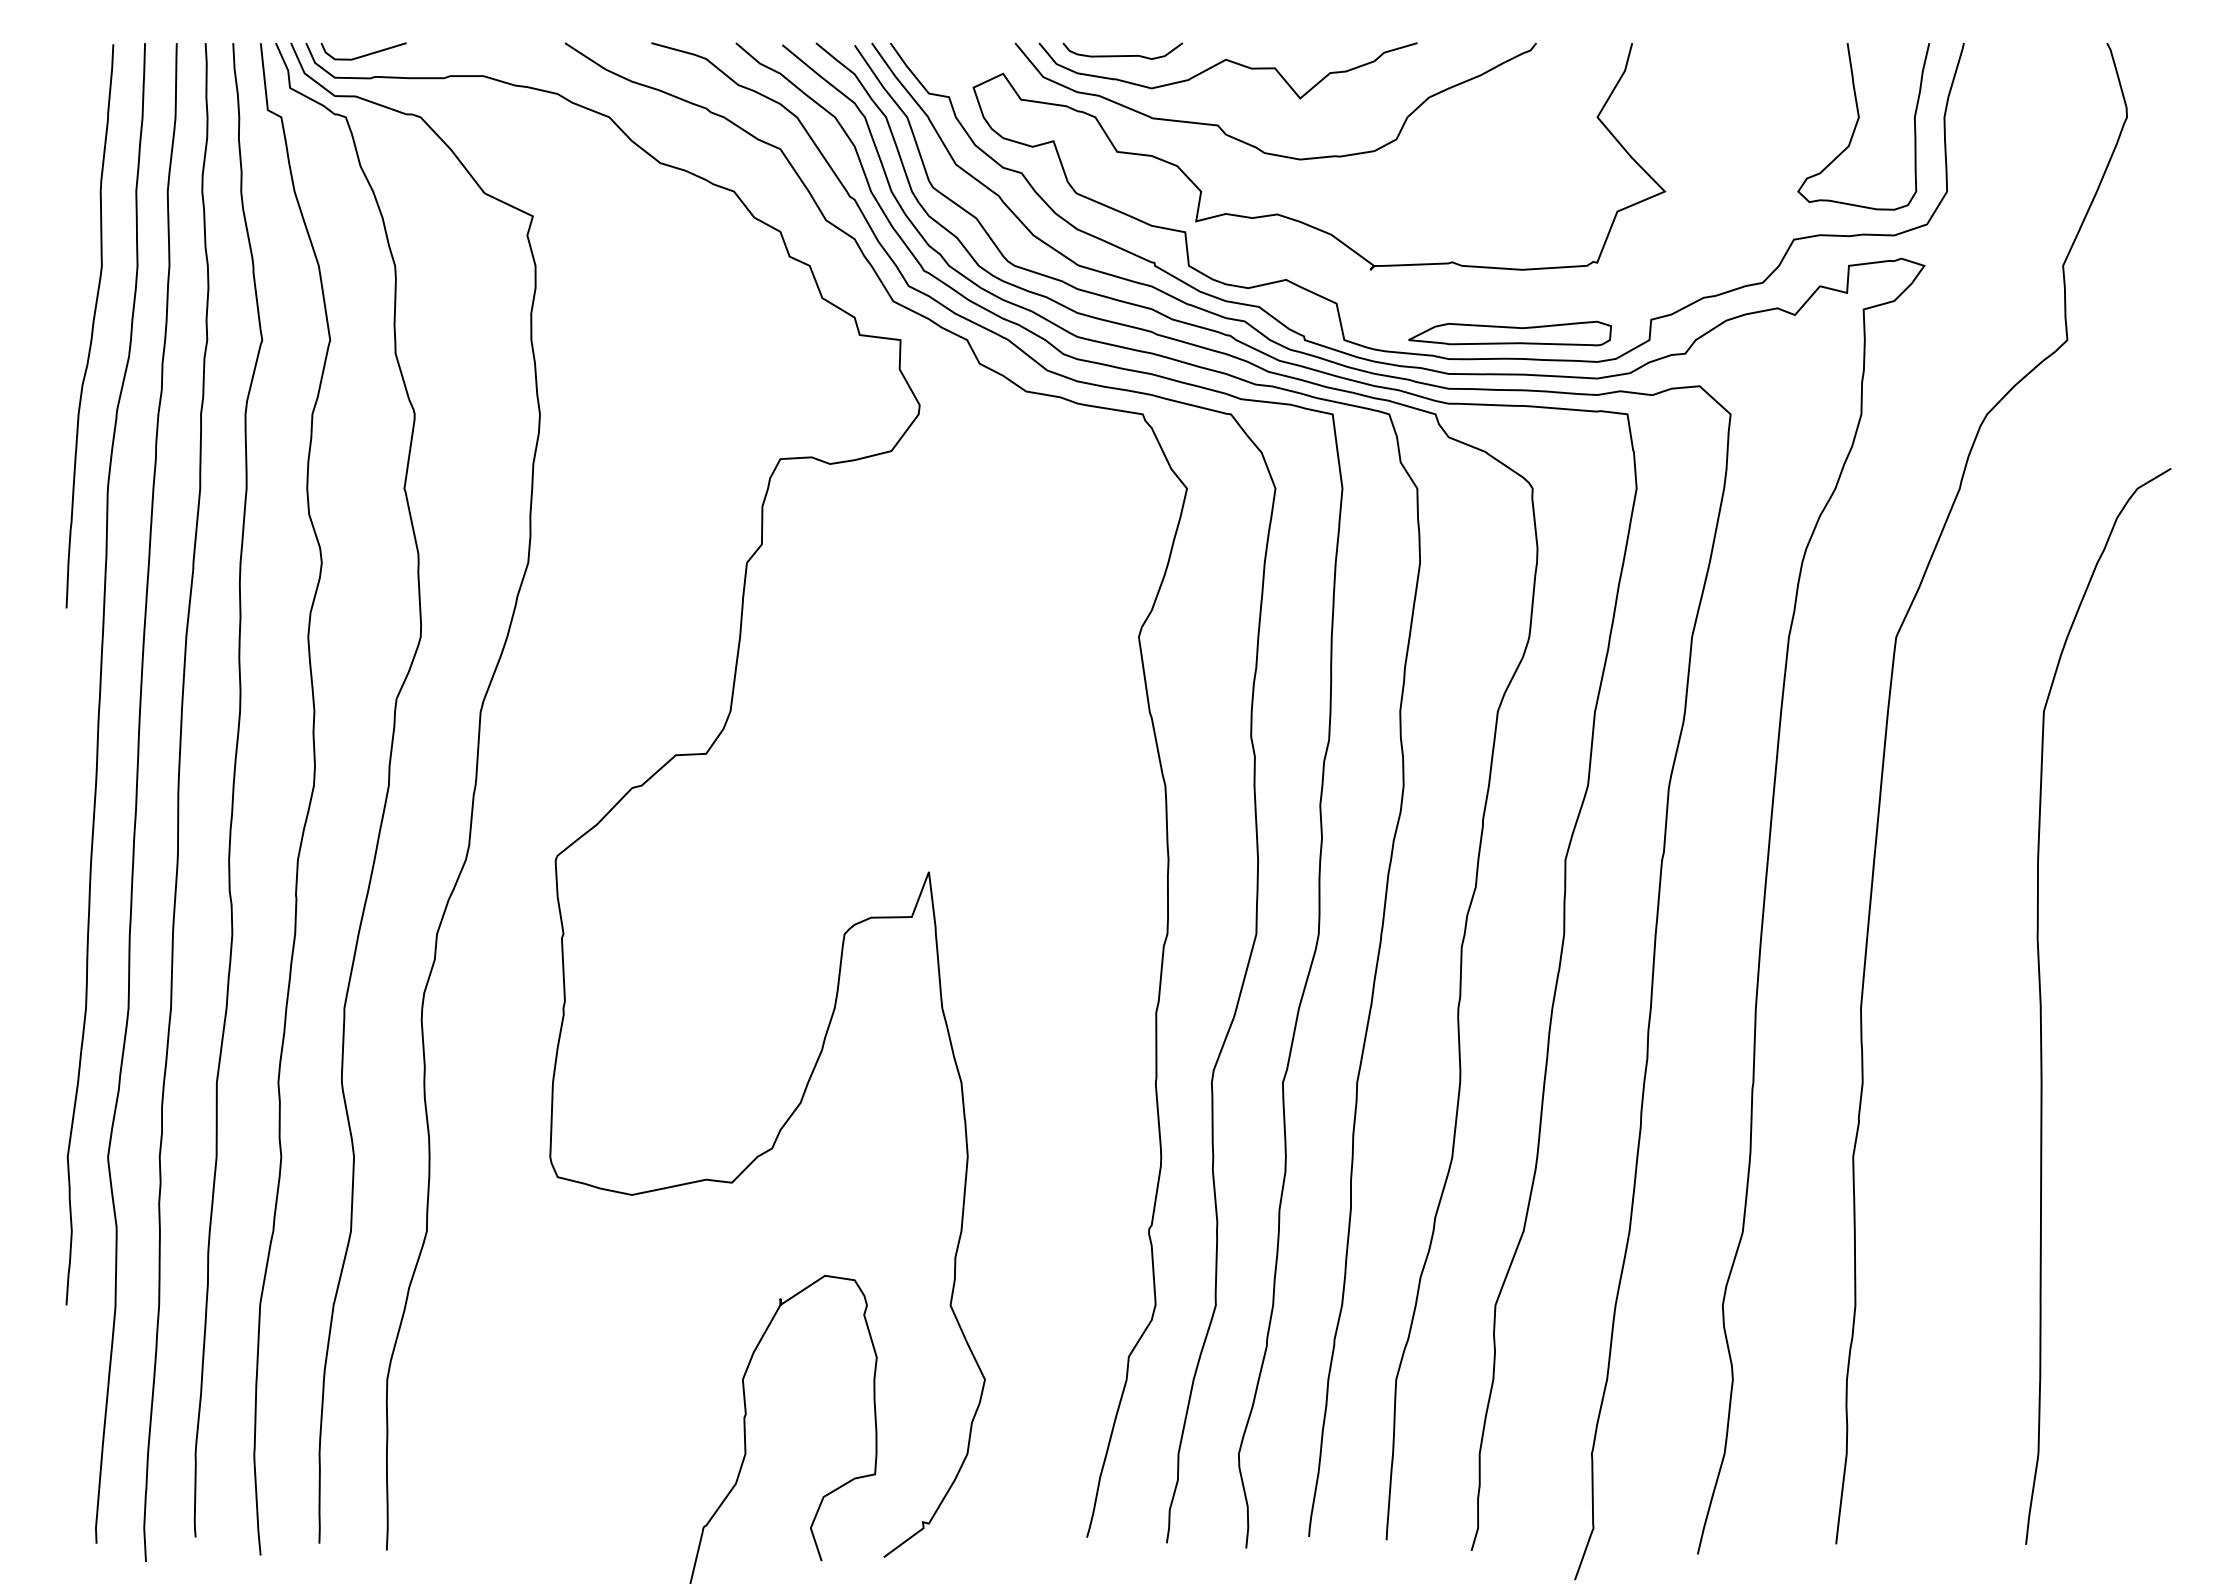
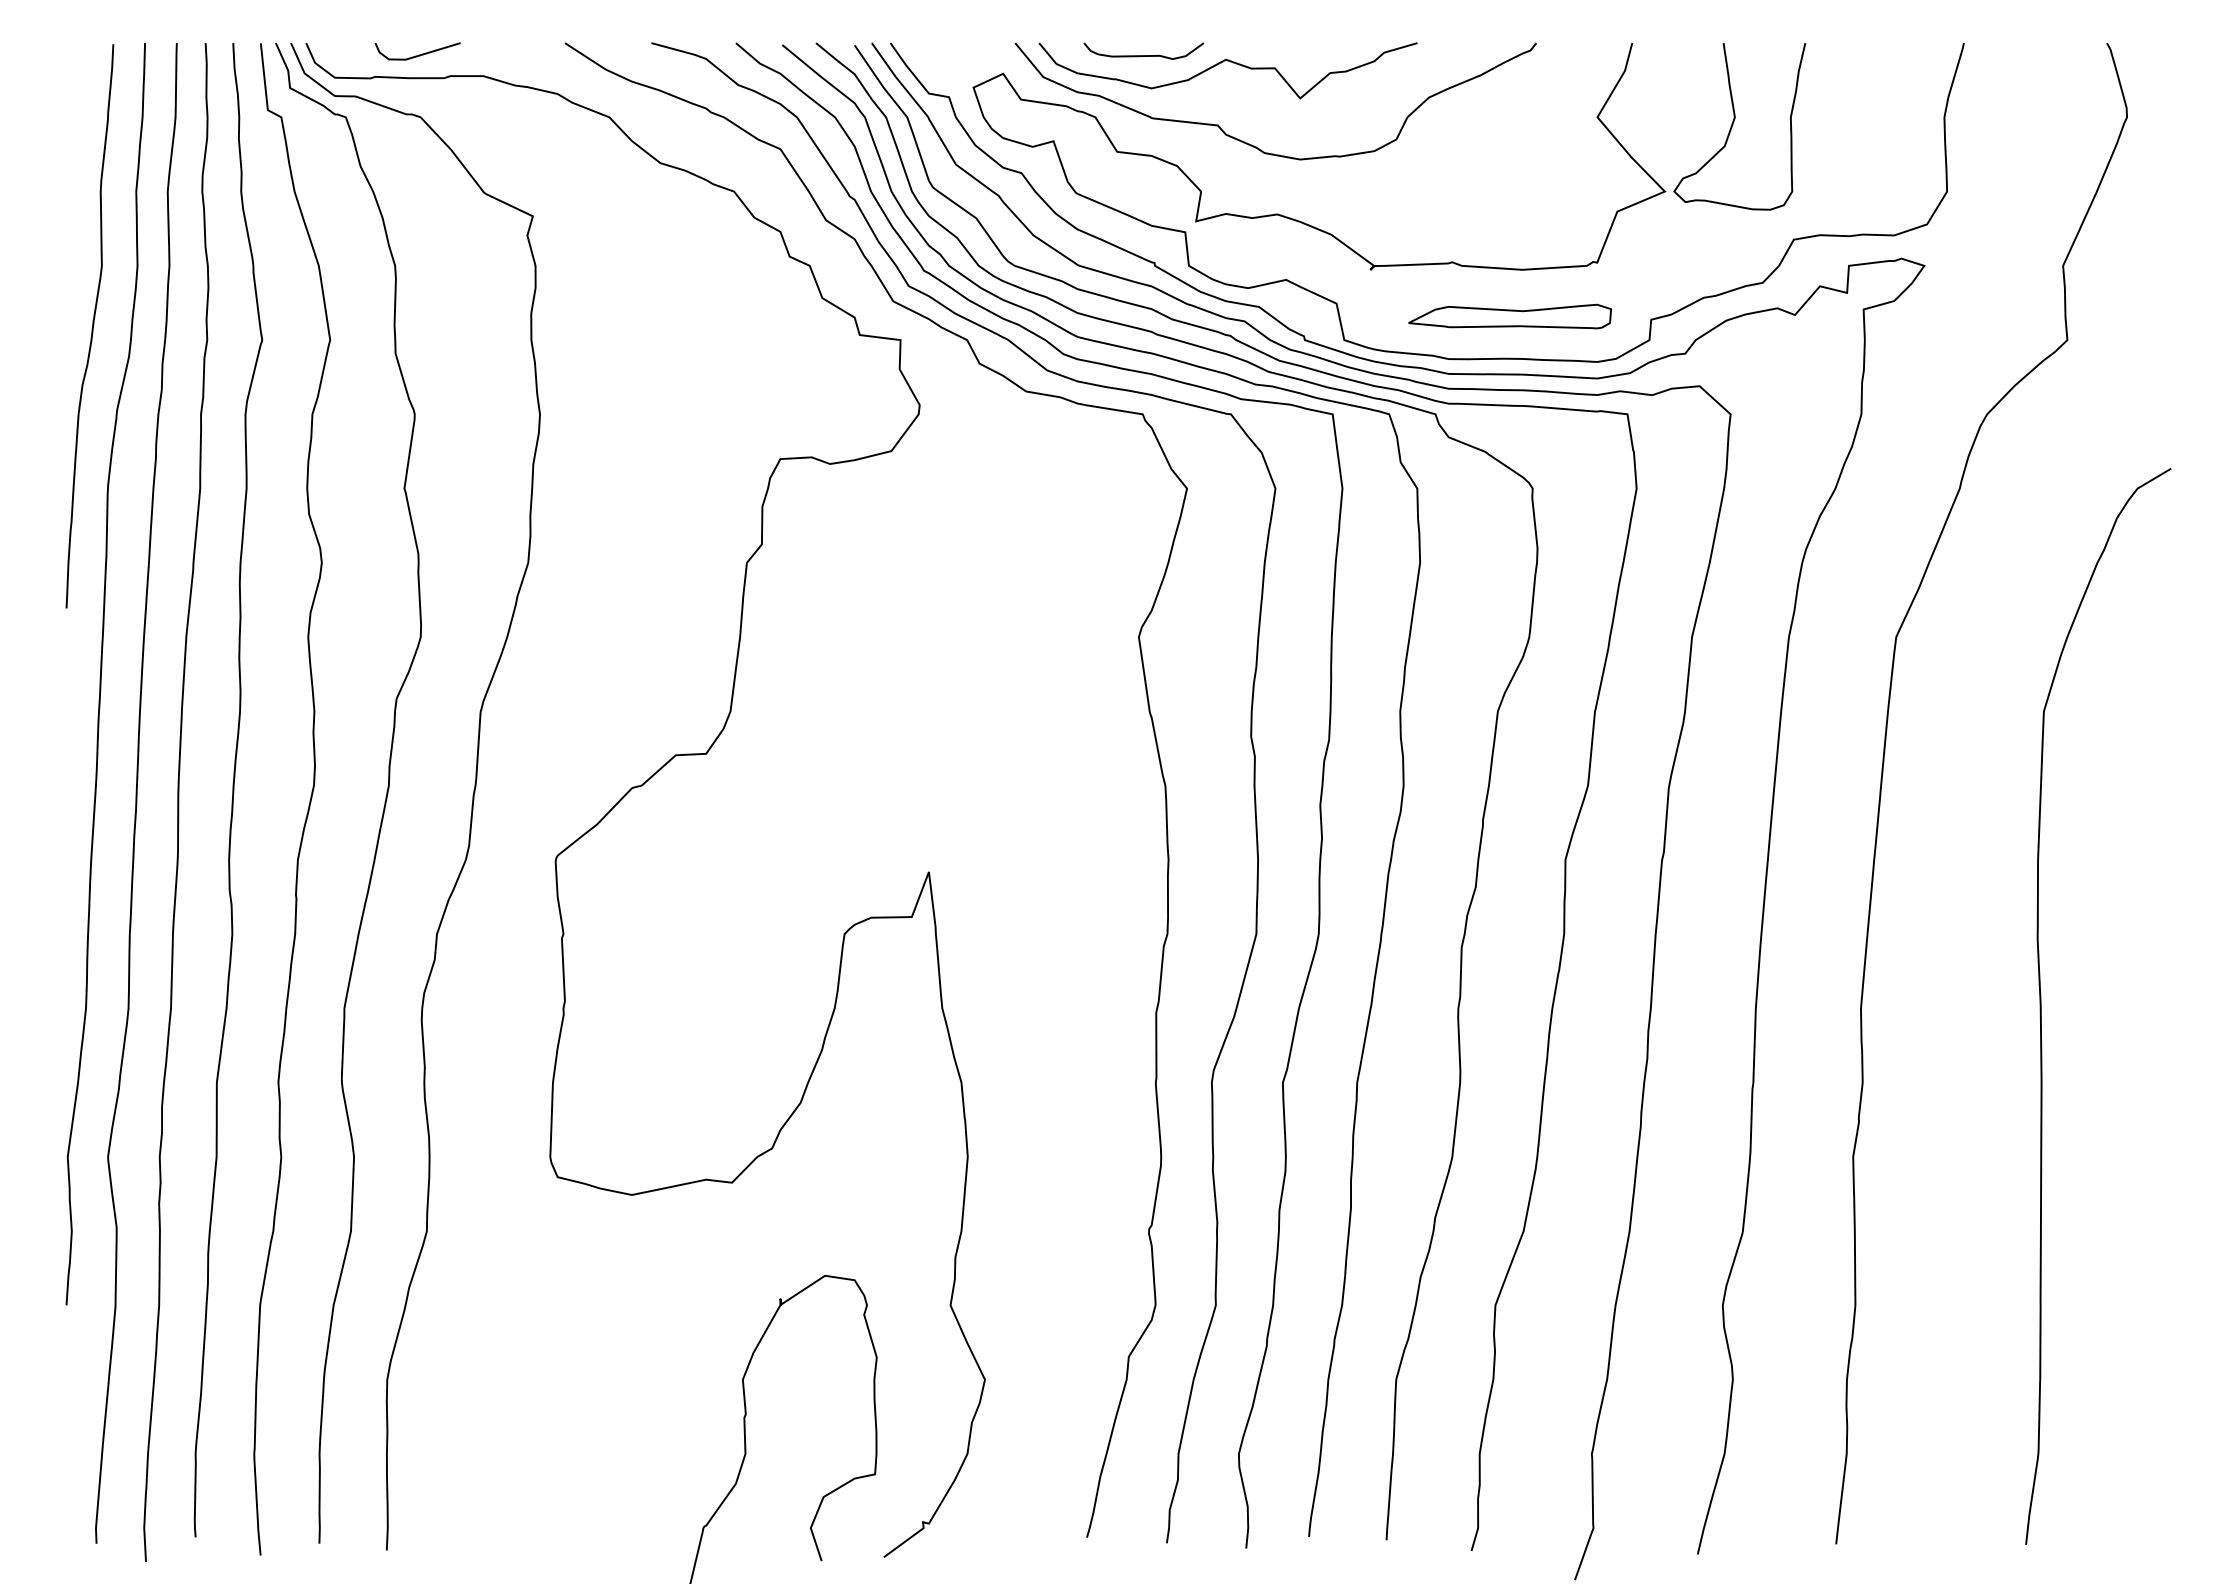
line at (364, 54) position: (364, 54) -> (418, 54)
curve at (1122, 55) position: (1122, 55) -> (1143, 55)
curve at (1857, 124) position: (1857, 124) -> (1733, 124)
part at (1509, 333) position: (1509, 333) -> (1509, 316)
